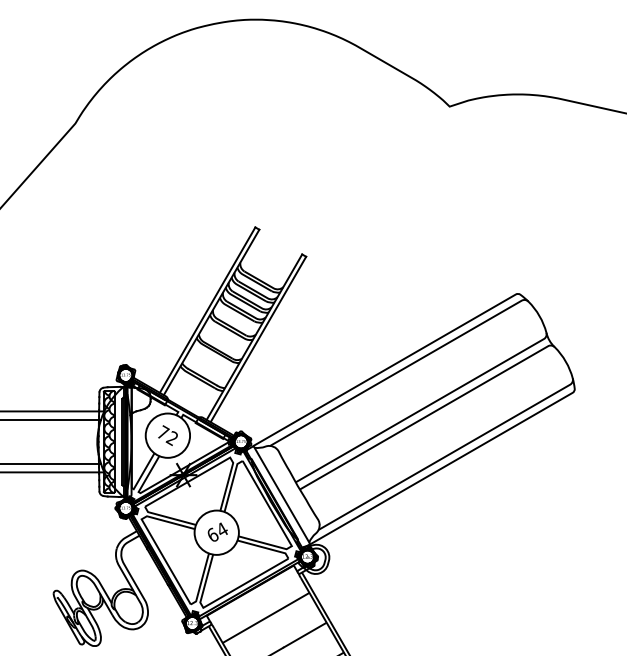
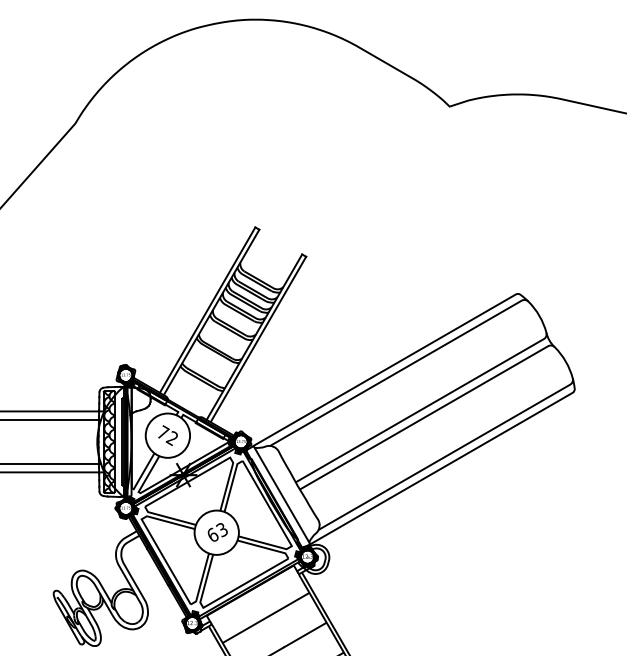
text at (221, 529): 64 -> 63
